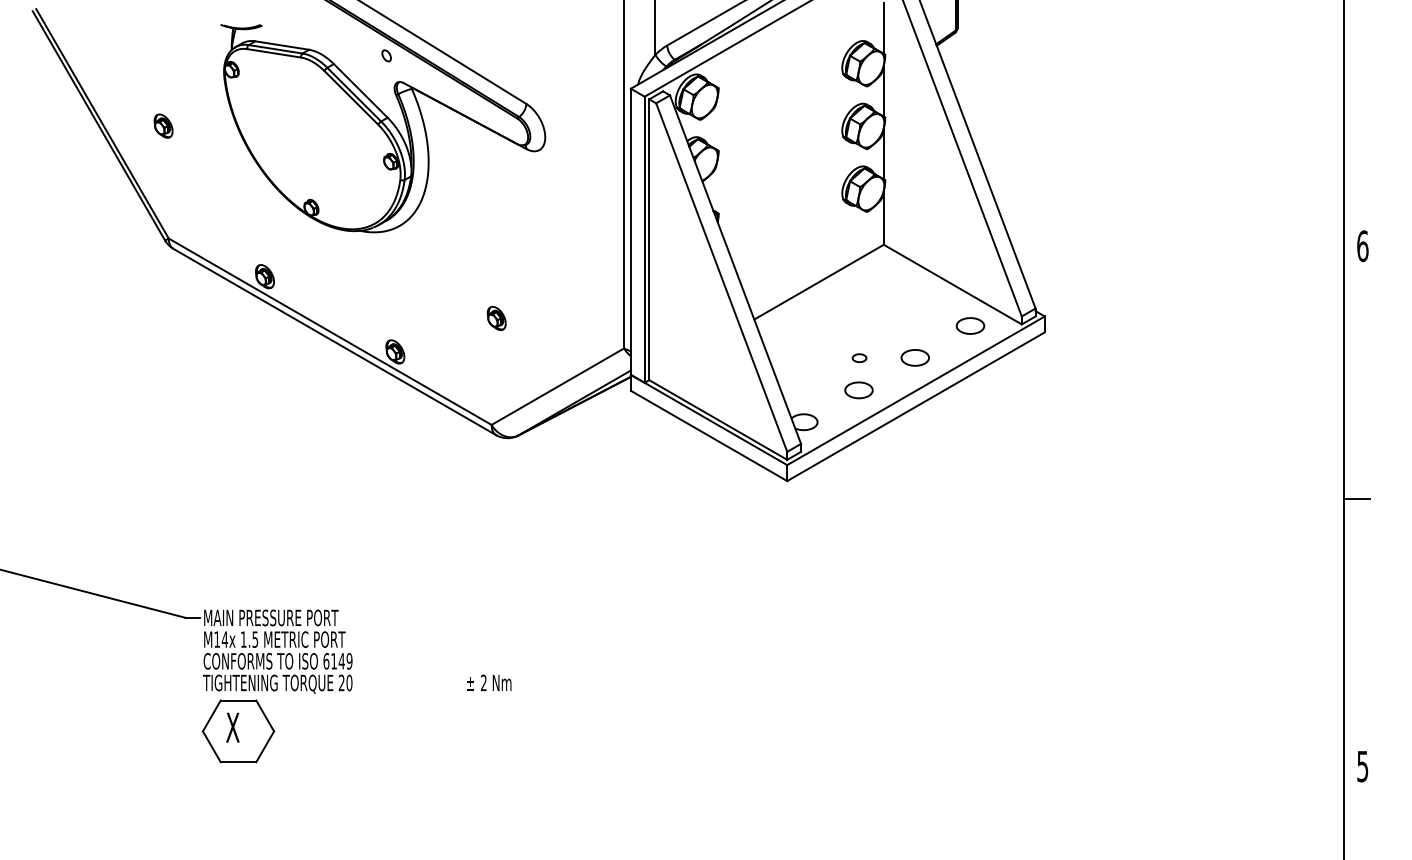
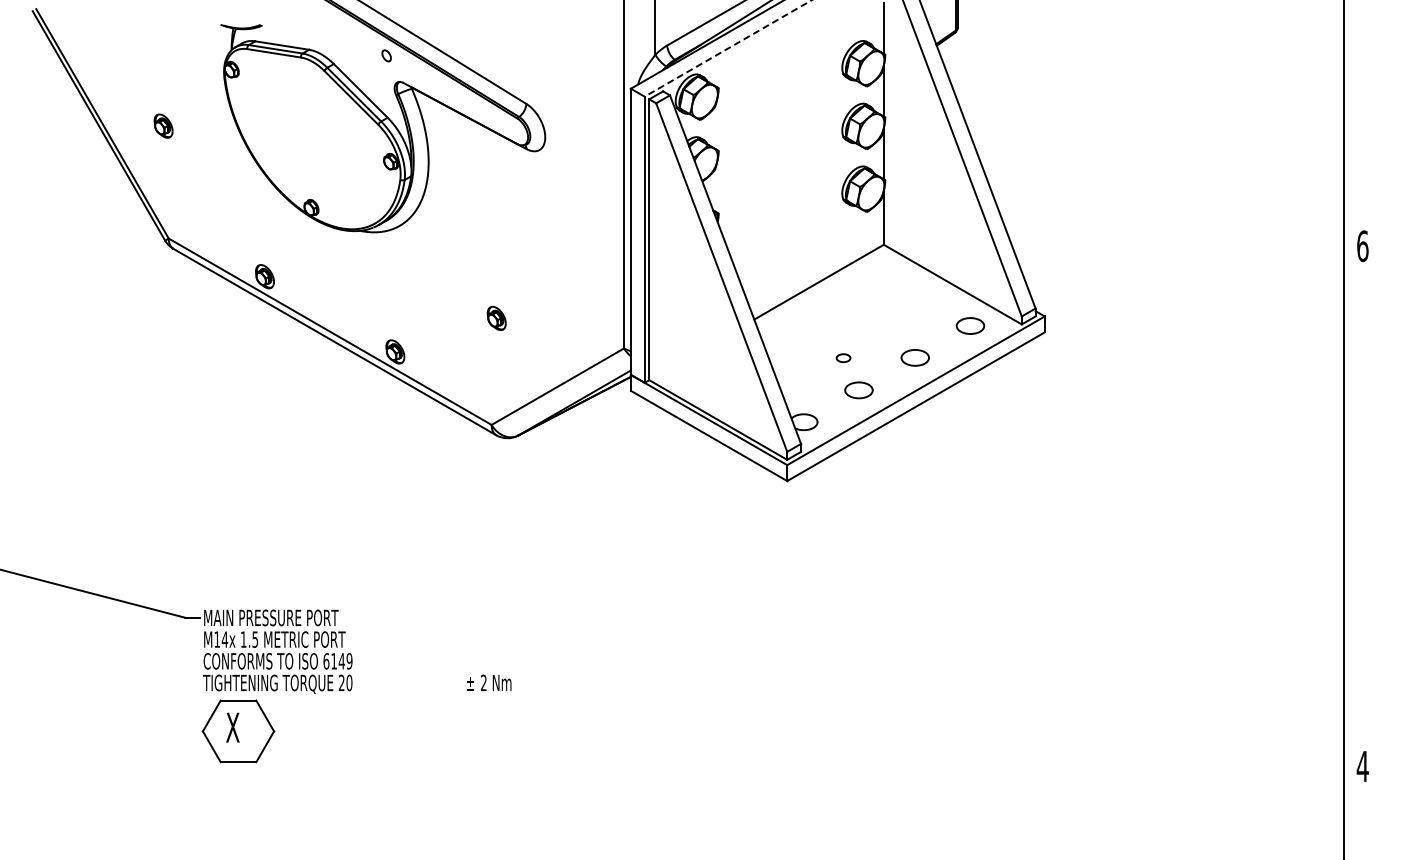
line at (727, 48): solid -> dashed
part at (859, 358) position: (859, 358) -> (843, 358)
line at (1356, 499): present -> none
text at (1362, 766): 5 -> 4
